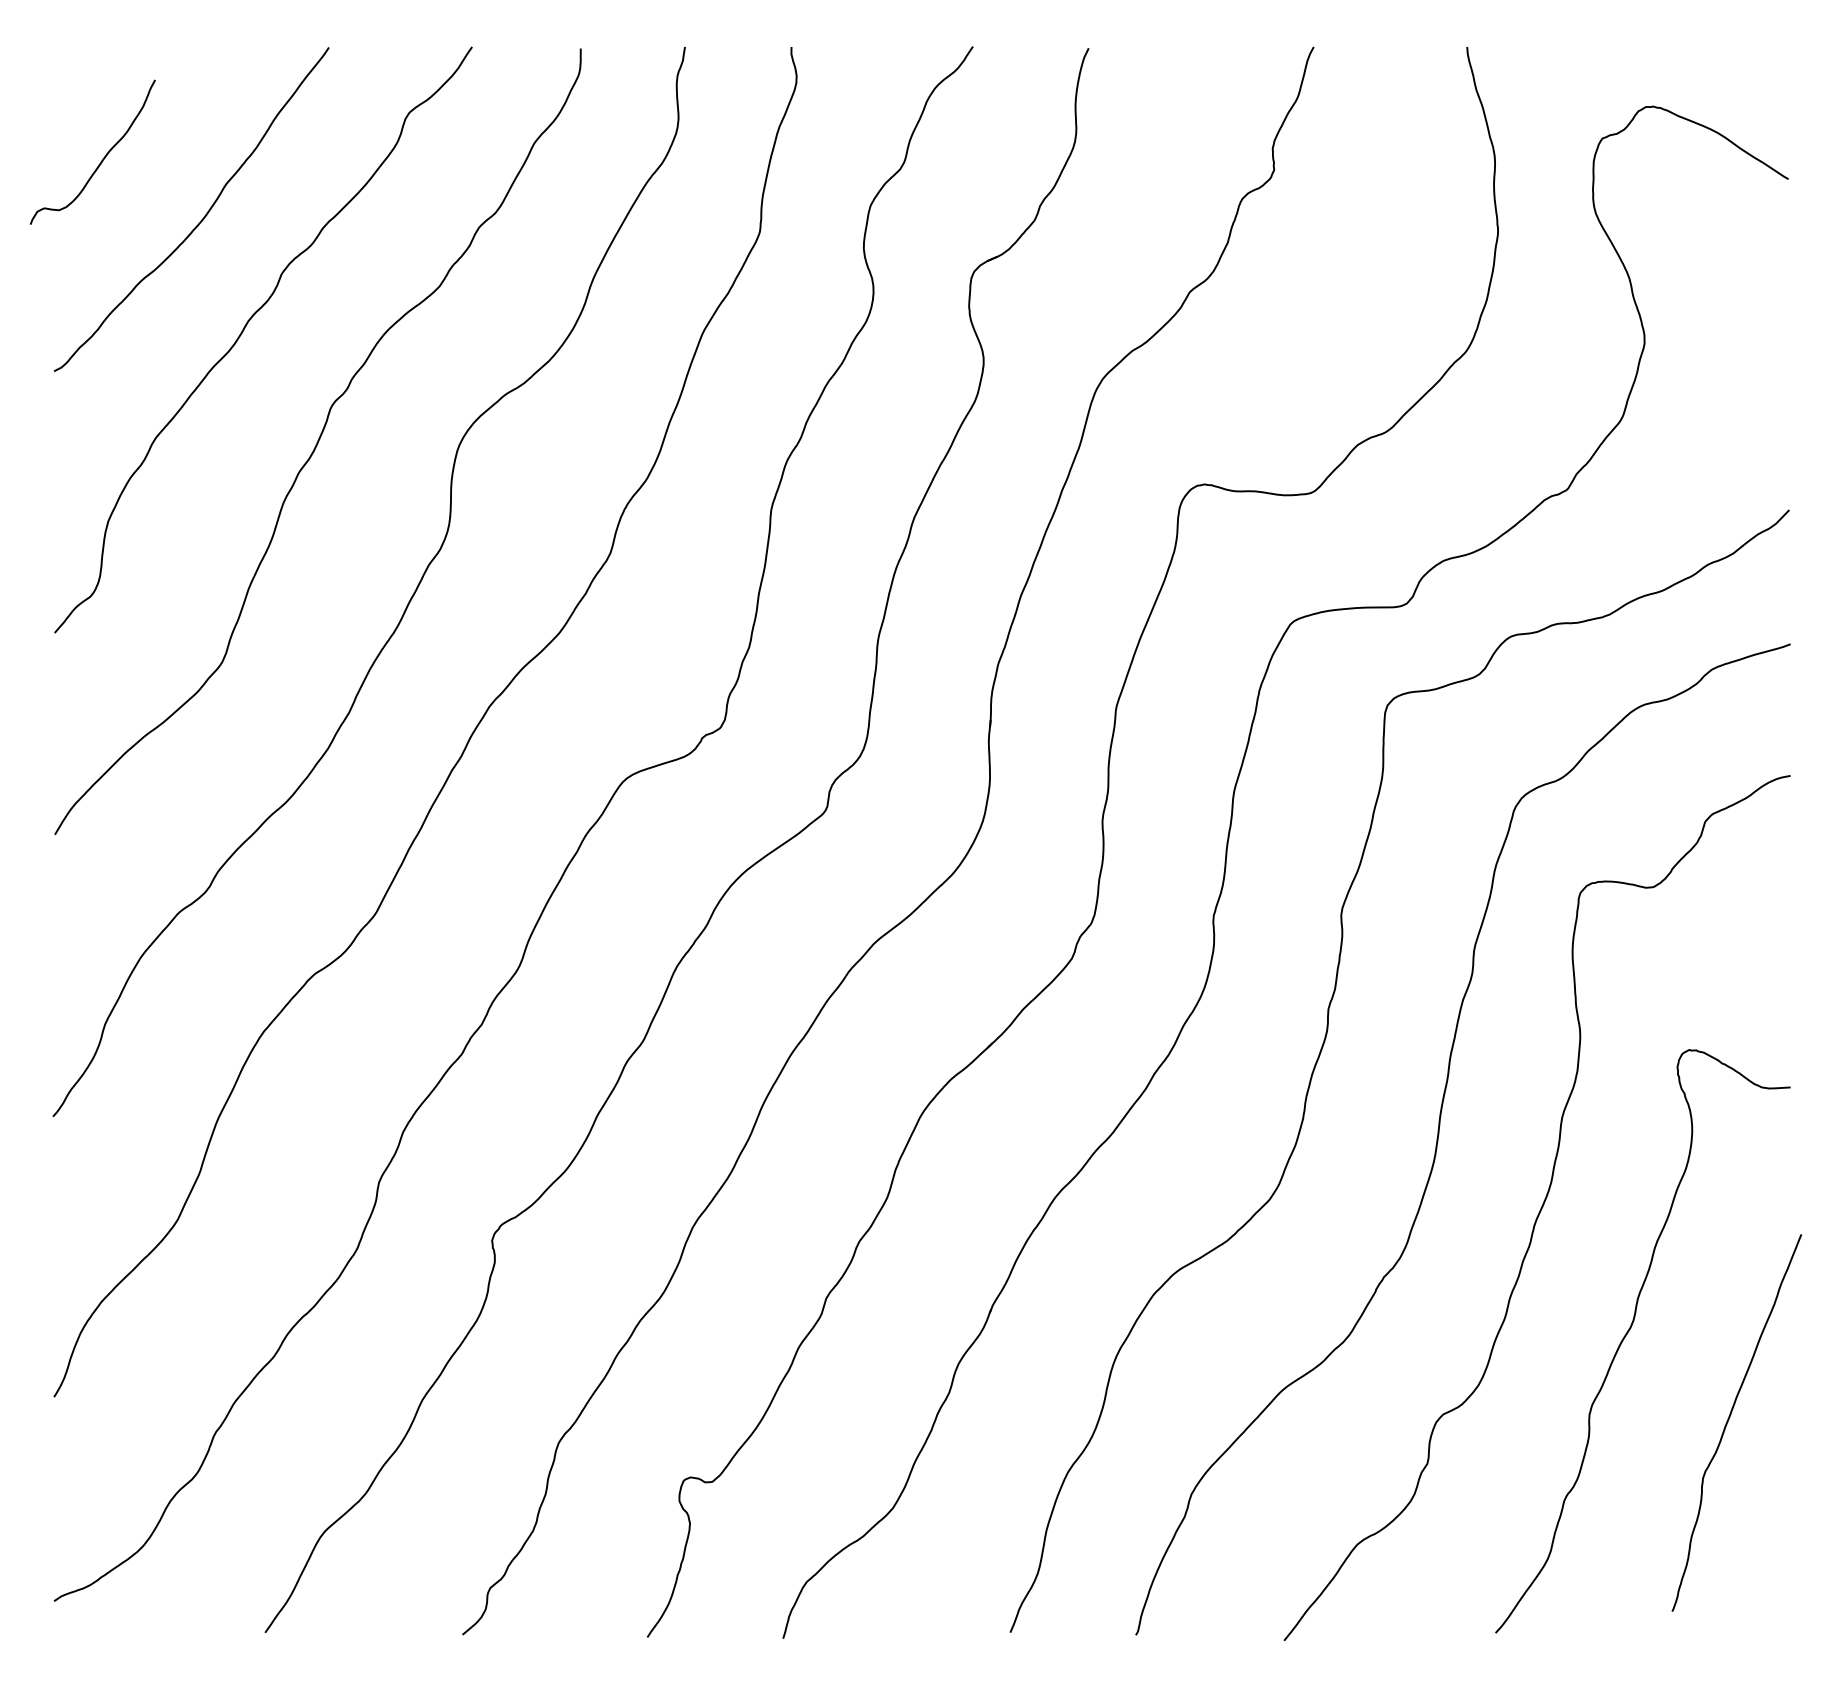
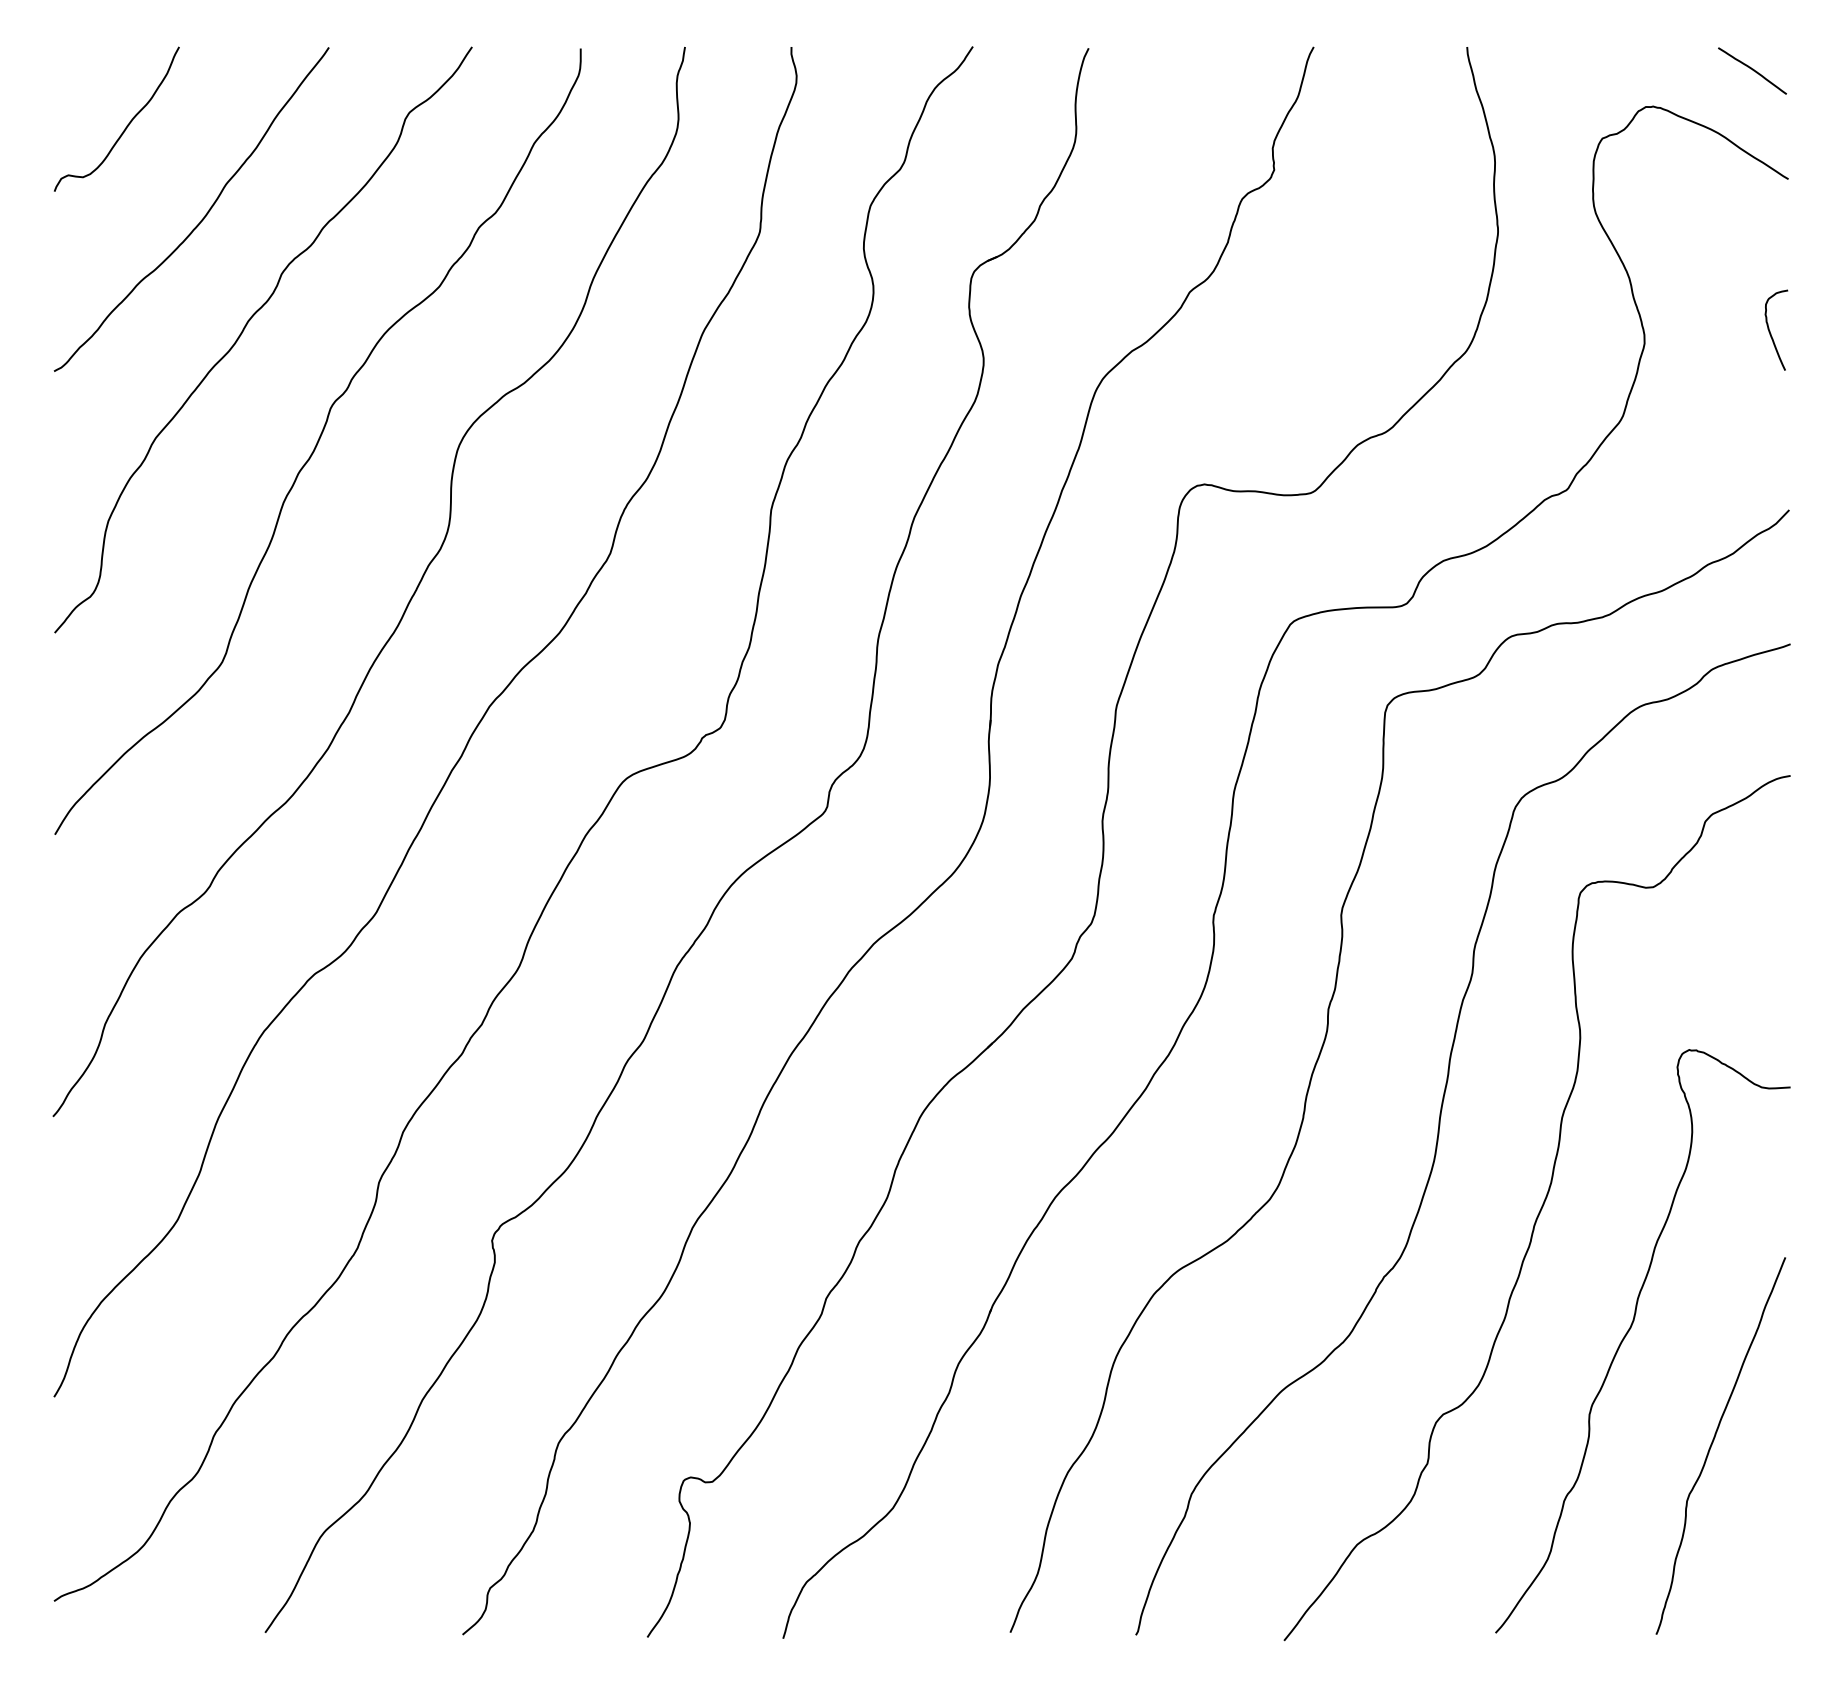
curve at (1752, 70): none -> present
curve at (102, 158) position: (102, 158) -> (126, 125)
curve at (1770, 330): none -> present
curve at (1729, 1419) position: (1729, 1419) -> (1713, 1442)
